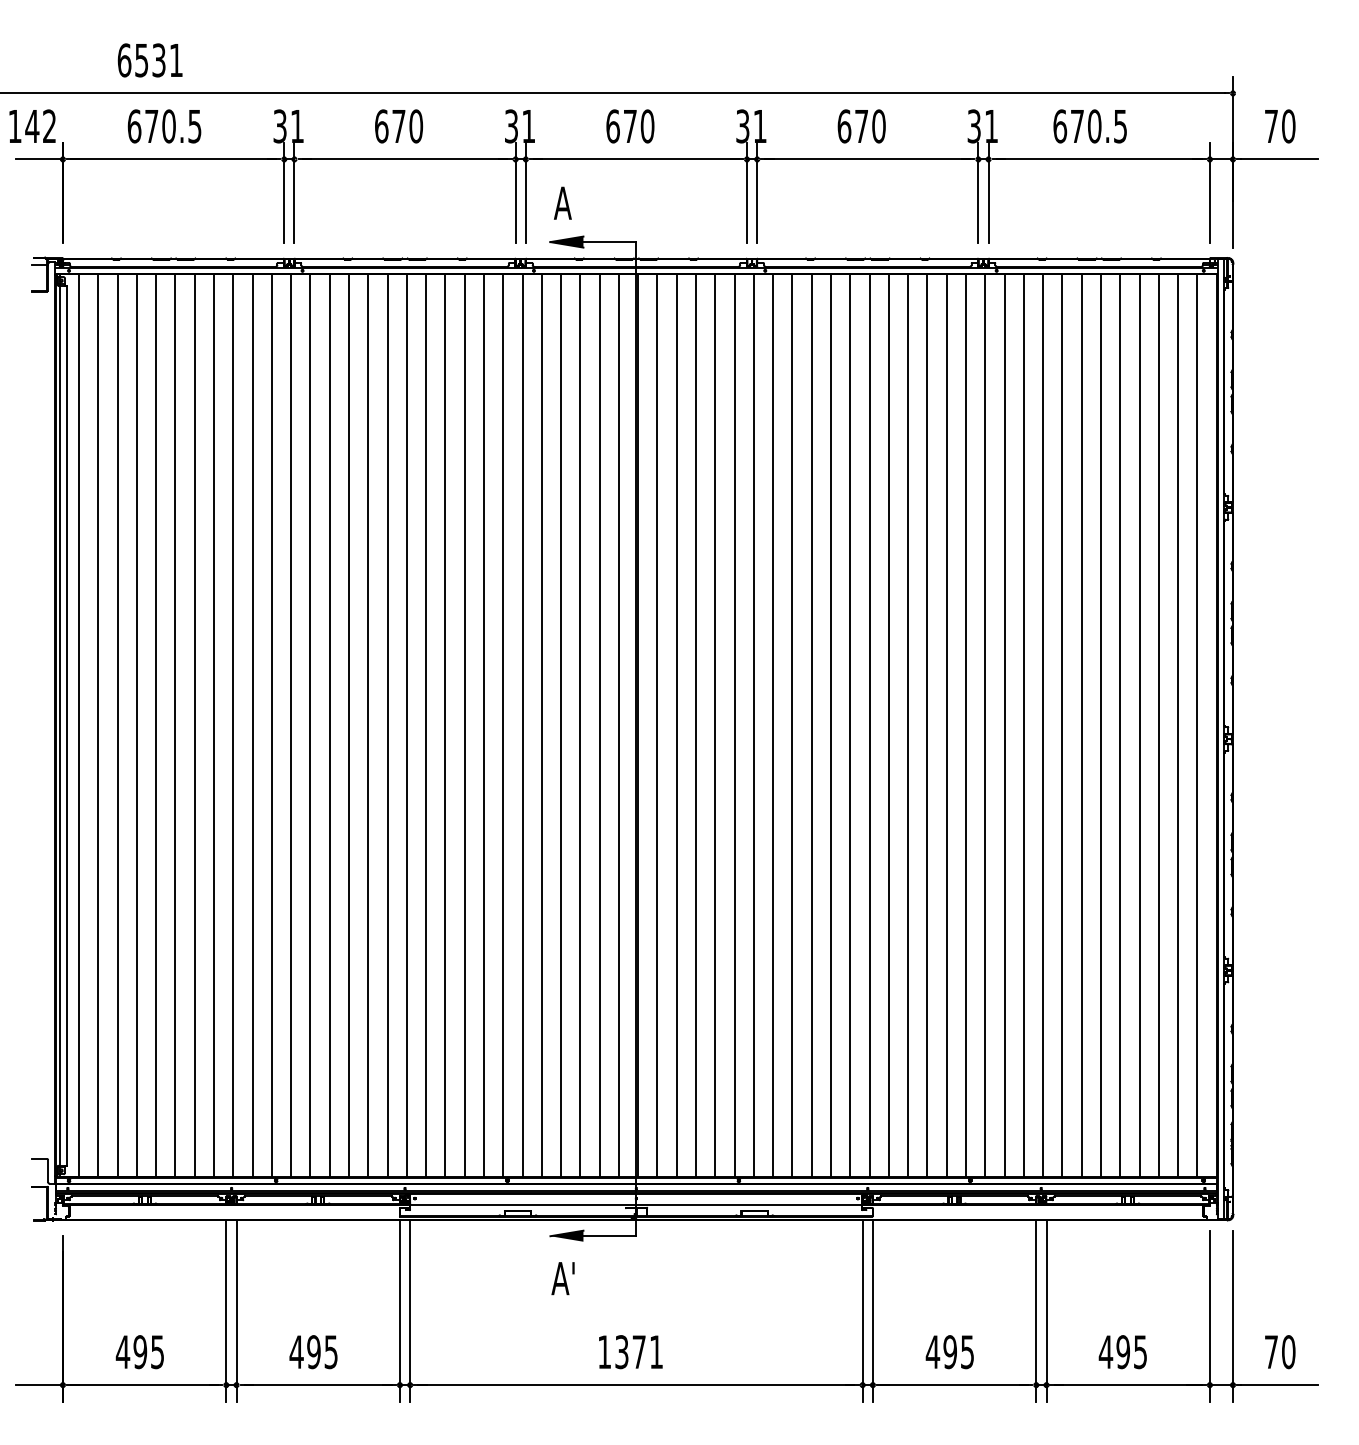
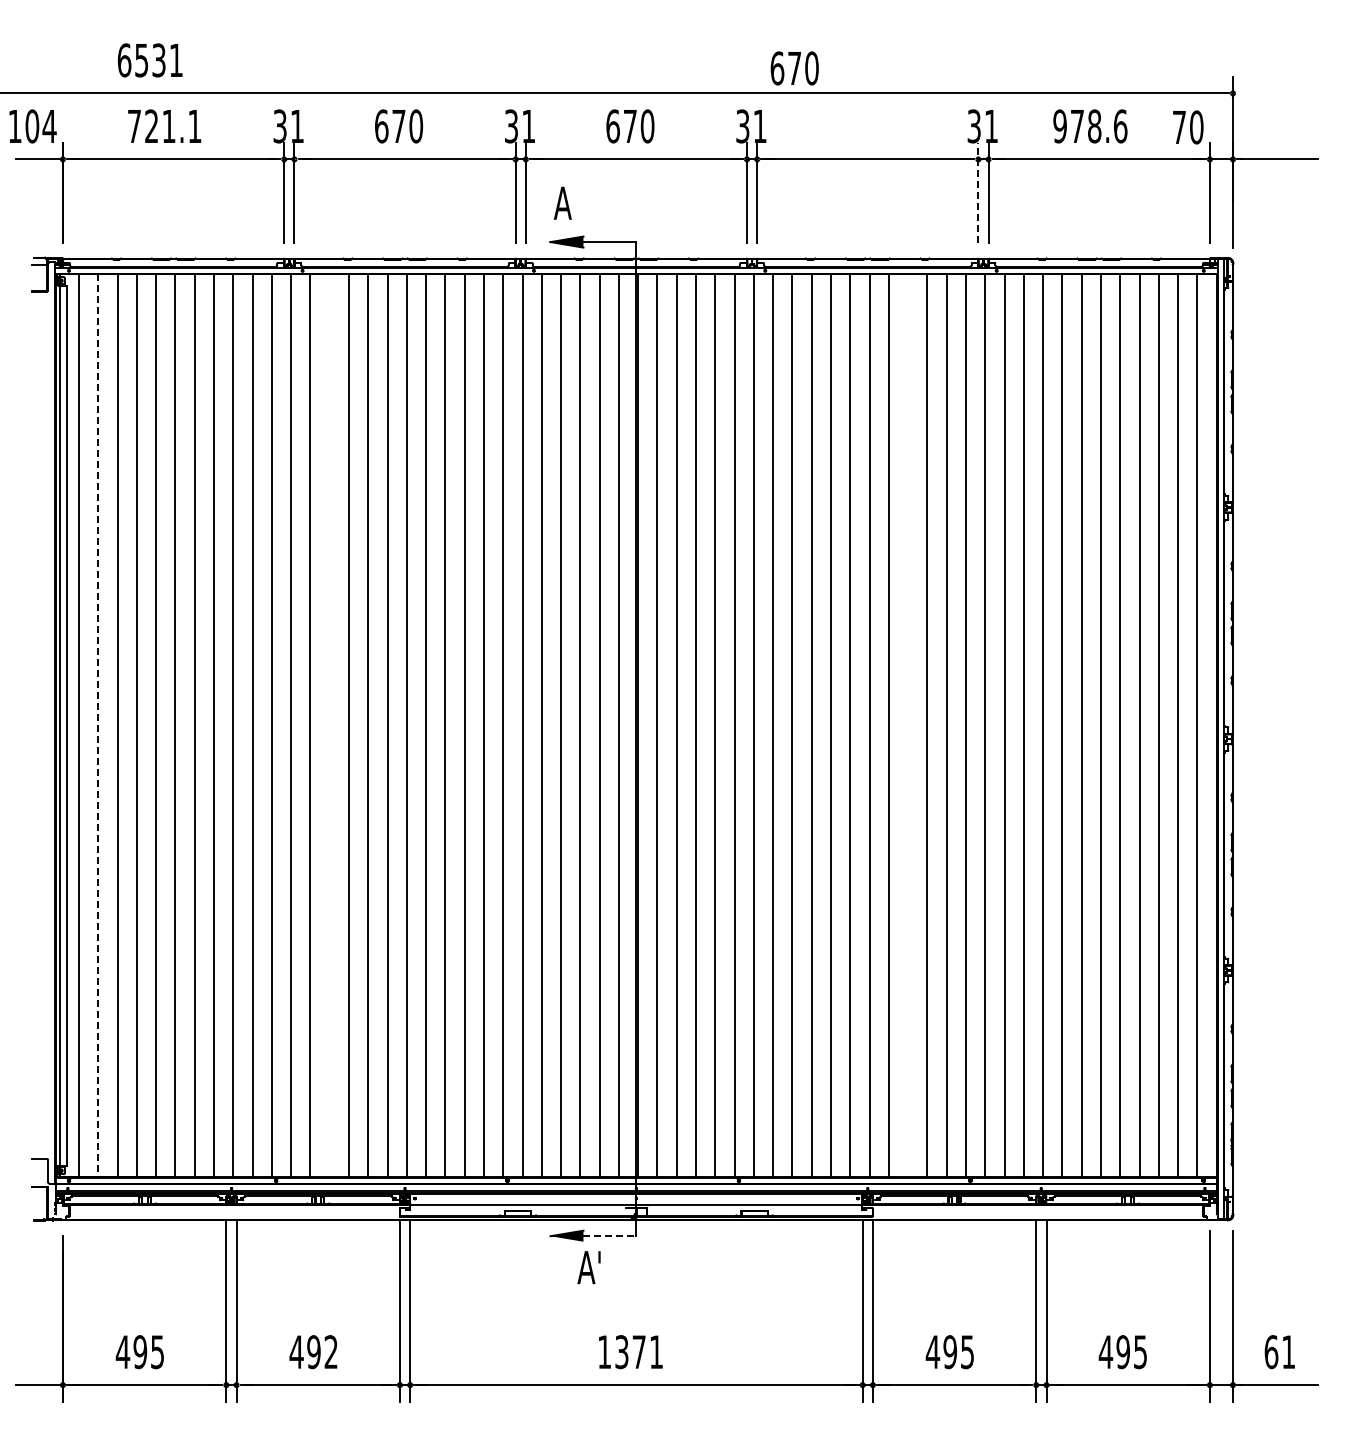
text at (40, 126): 142 -> 104
text at (164, 126): 670.5 -> 721.1
text at (861, 126) position: (861, 126) -> (794, 68)
text at (1090, 126): 670.5 -> 978.6
text at (1280, 126) position: (1280, 126) -> (1188, 127)
line at (978, 192): solid -> dashed
line at (98, 725): solid -> dashed
line at (329, 725): present -> none
line at (908, 725): present -> none
line at (610, 1236): solid -> dashed
text at (562, 1278) position: (562, 1278) -> (588, 1267)
text at (330, 1352): 495 -> 492
text at (1279, 1352): 70 -> 61
